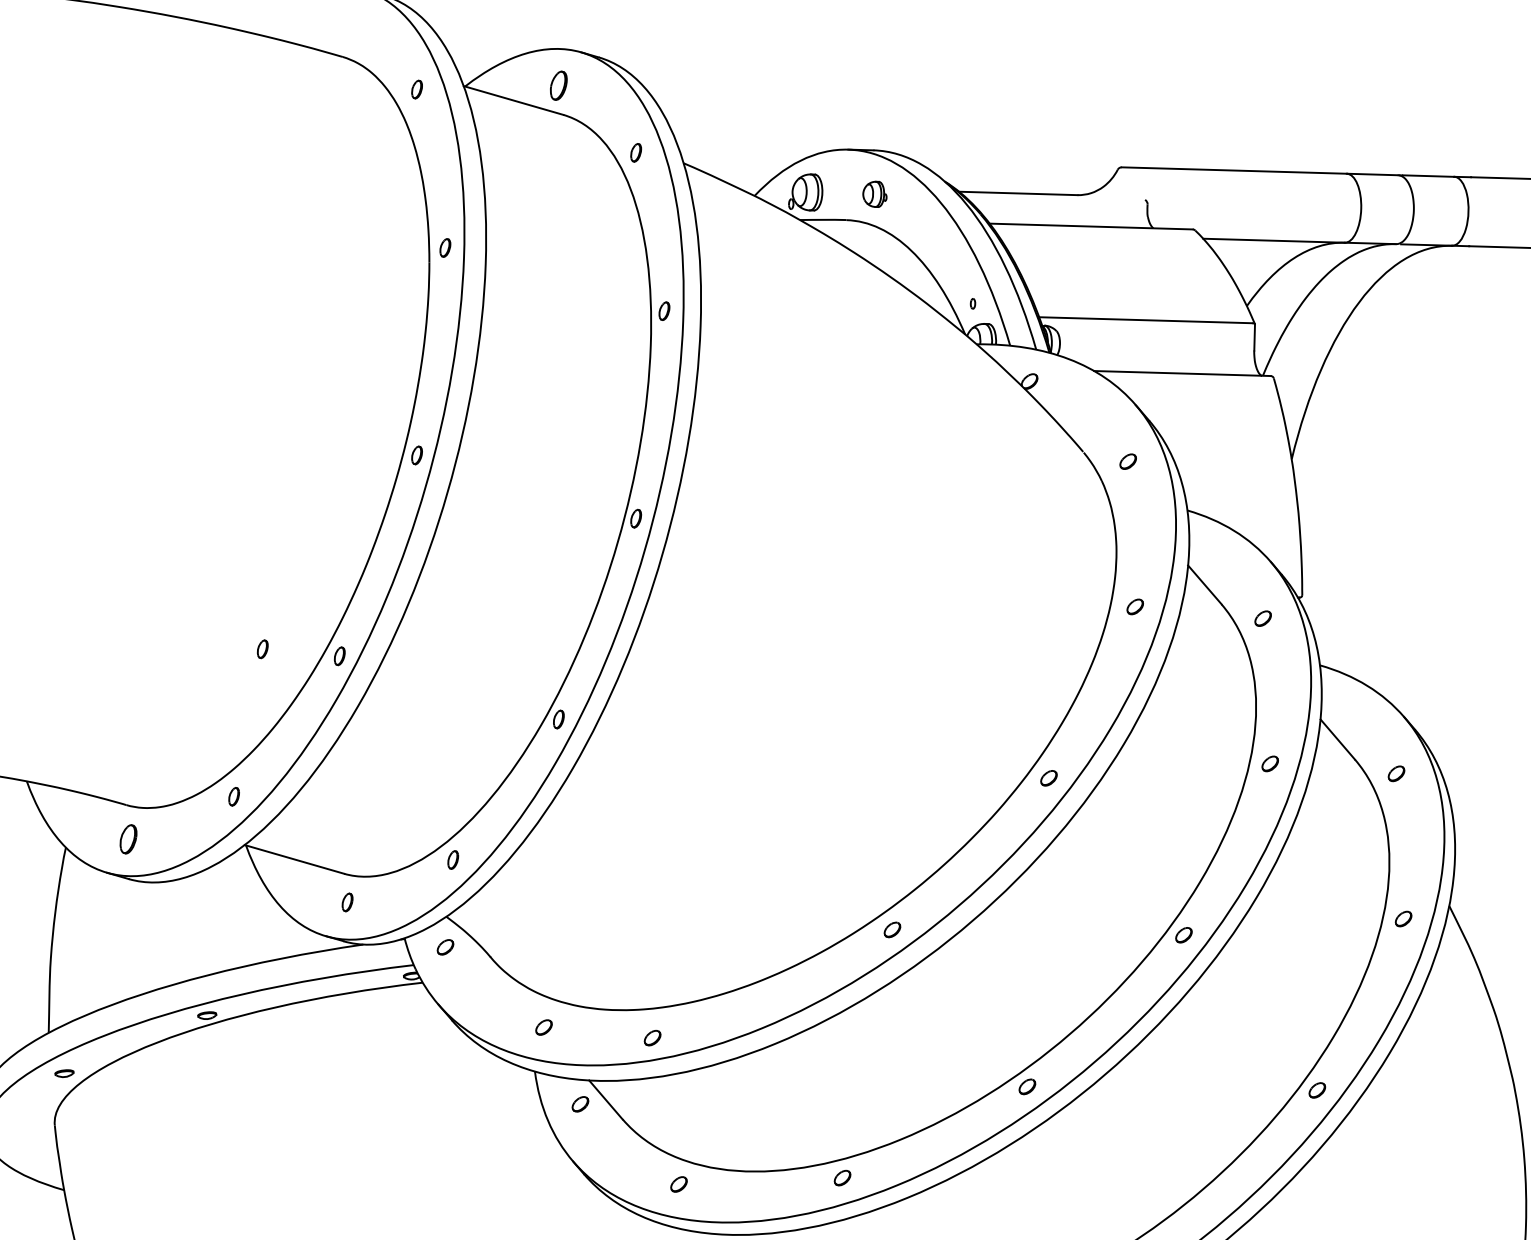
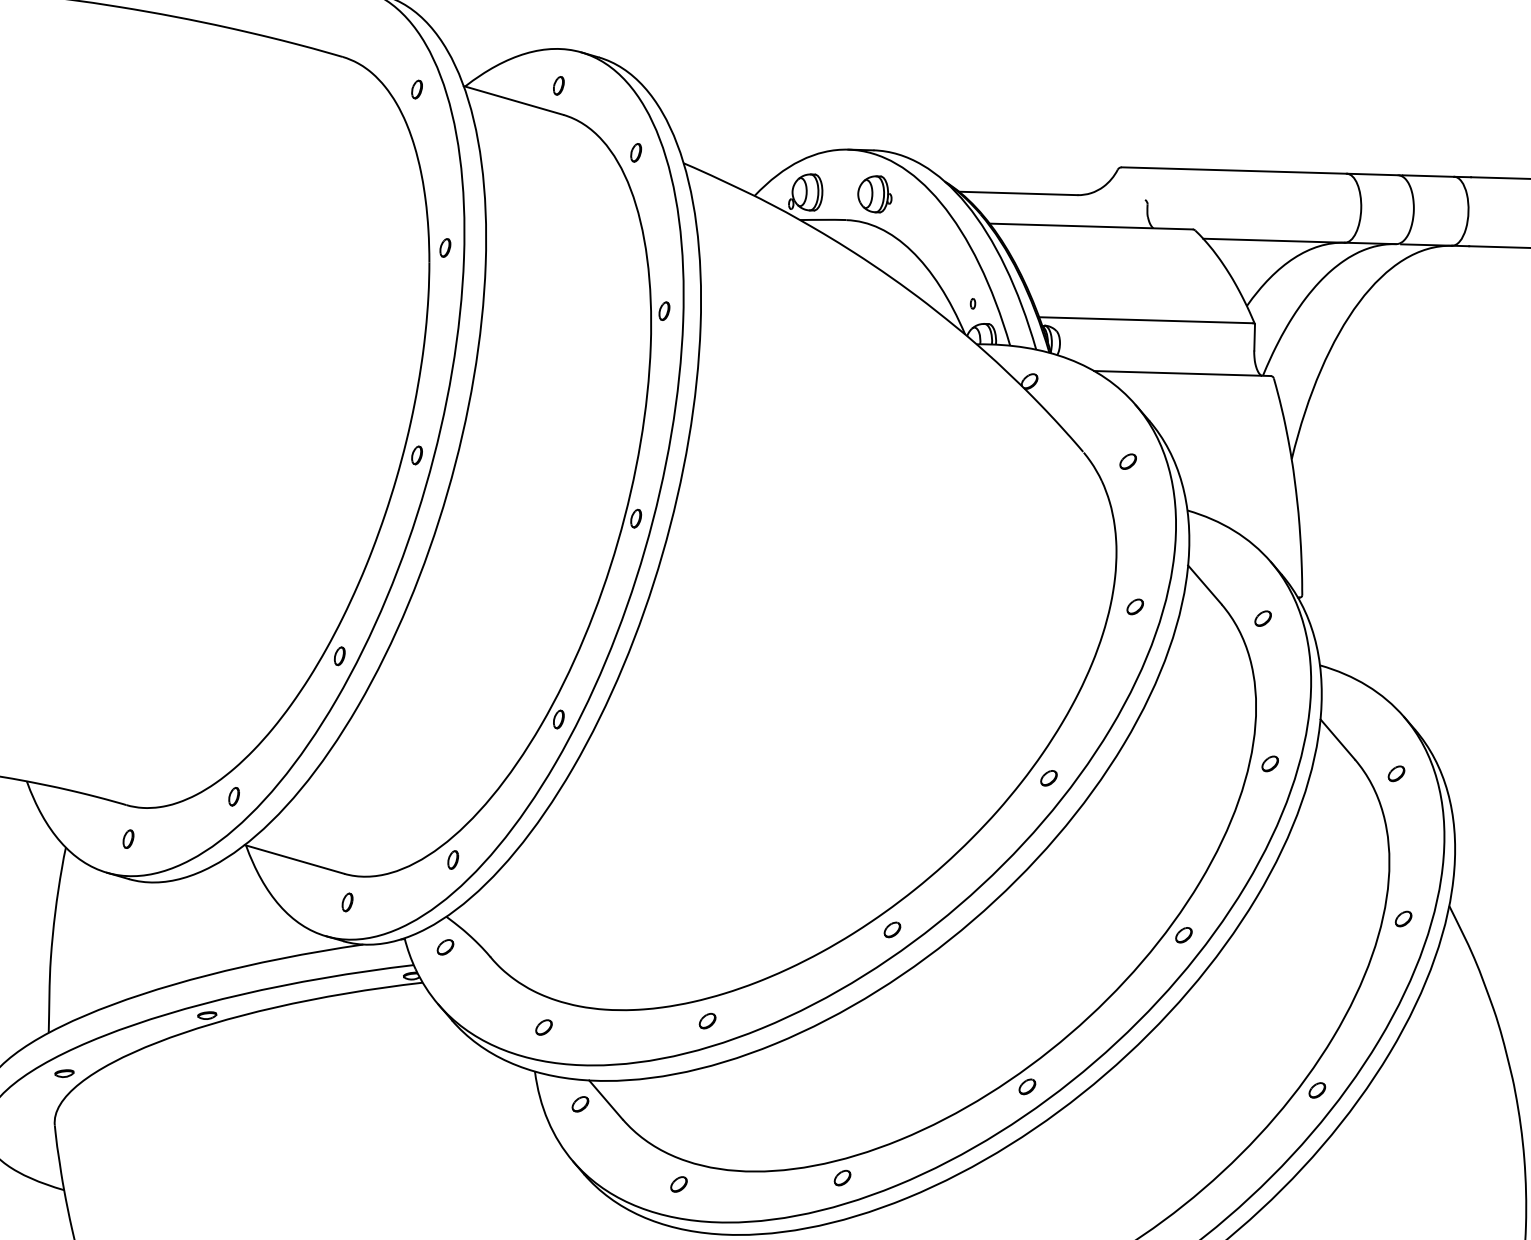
part at (558, 85) size: 18x31 px -> 12x20 px
part at (874, 193) size: 26x28 px -> 36x39 px
part at (262, 649): present -> none
part at (128, 839) size: 19x31 px -> 13x20 px
part at (652, 1038) position: (652, 1038) -> (707, 1021)
